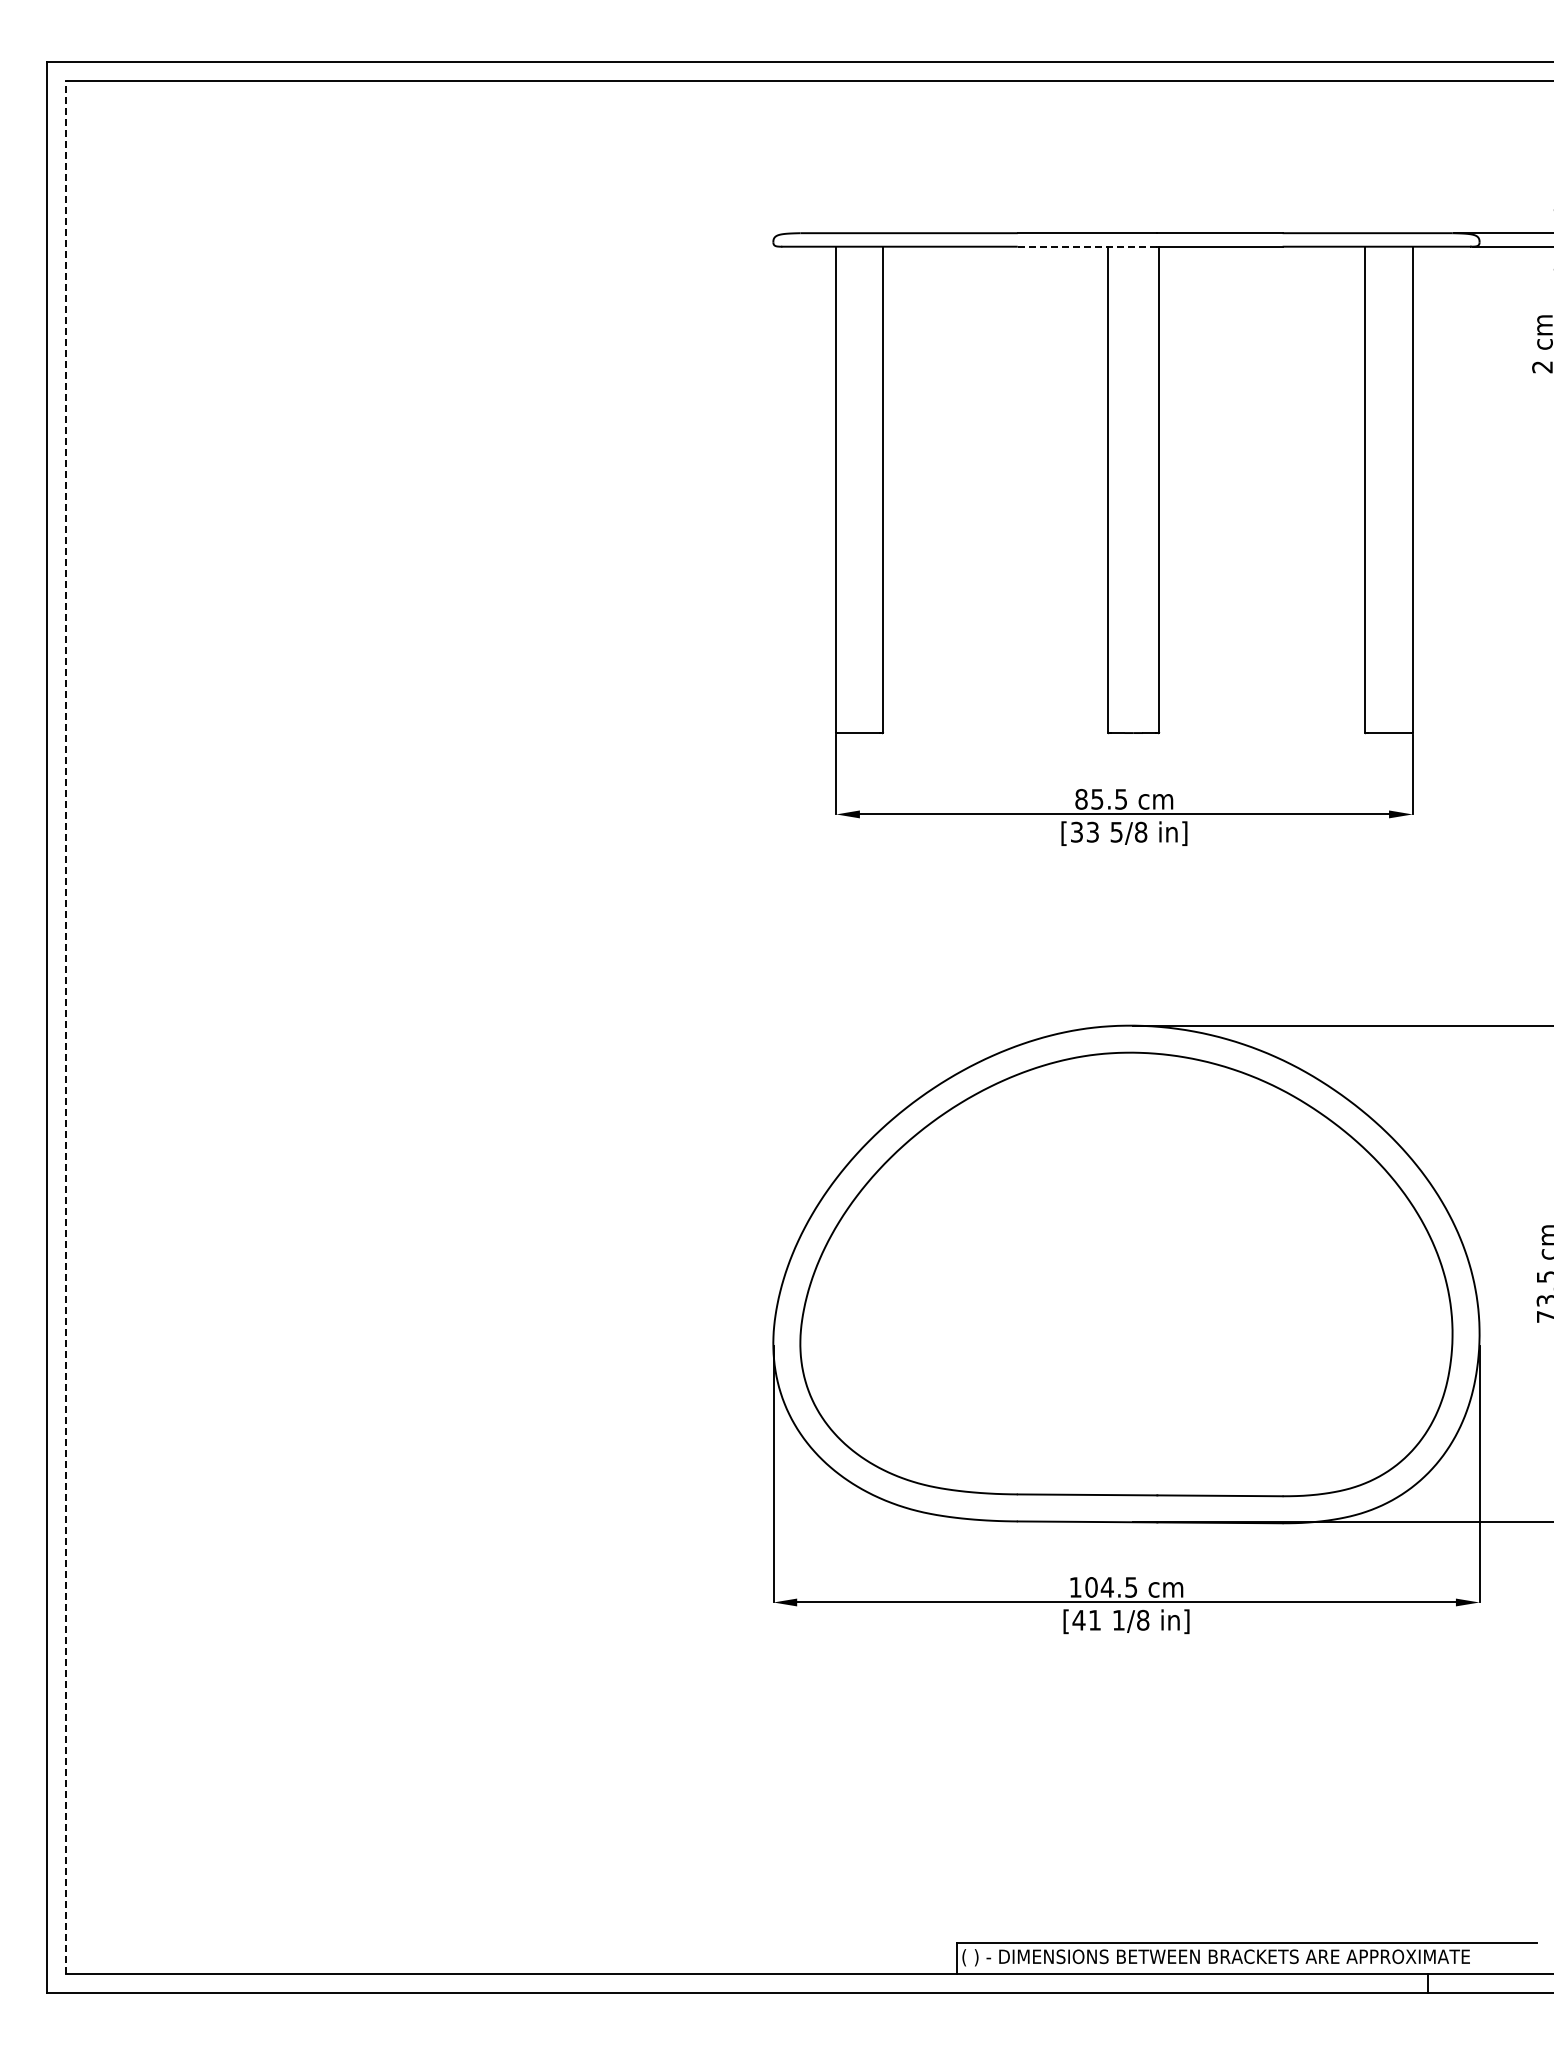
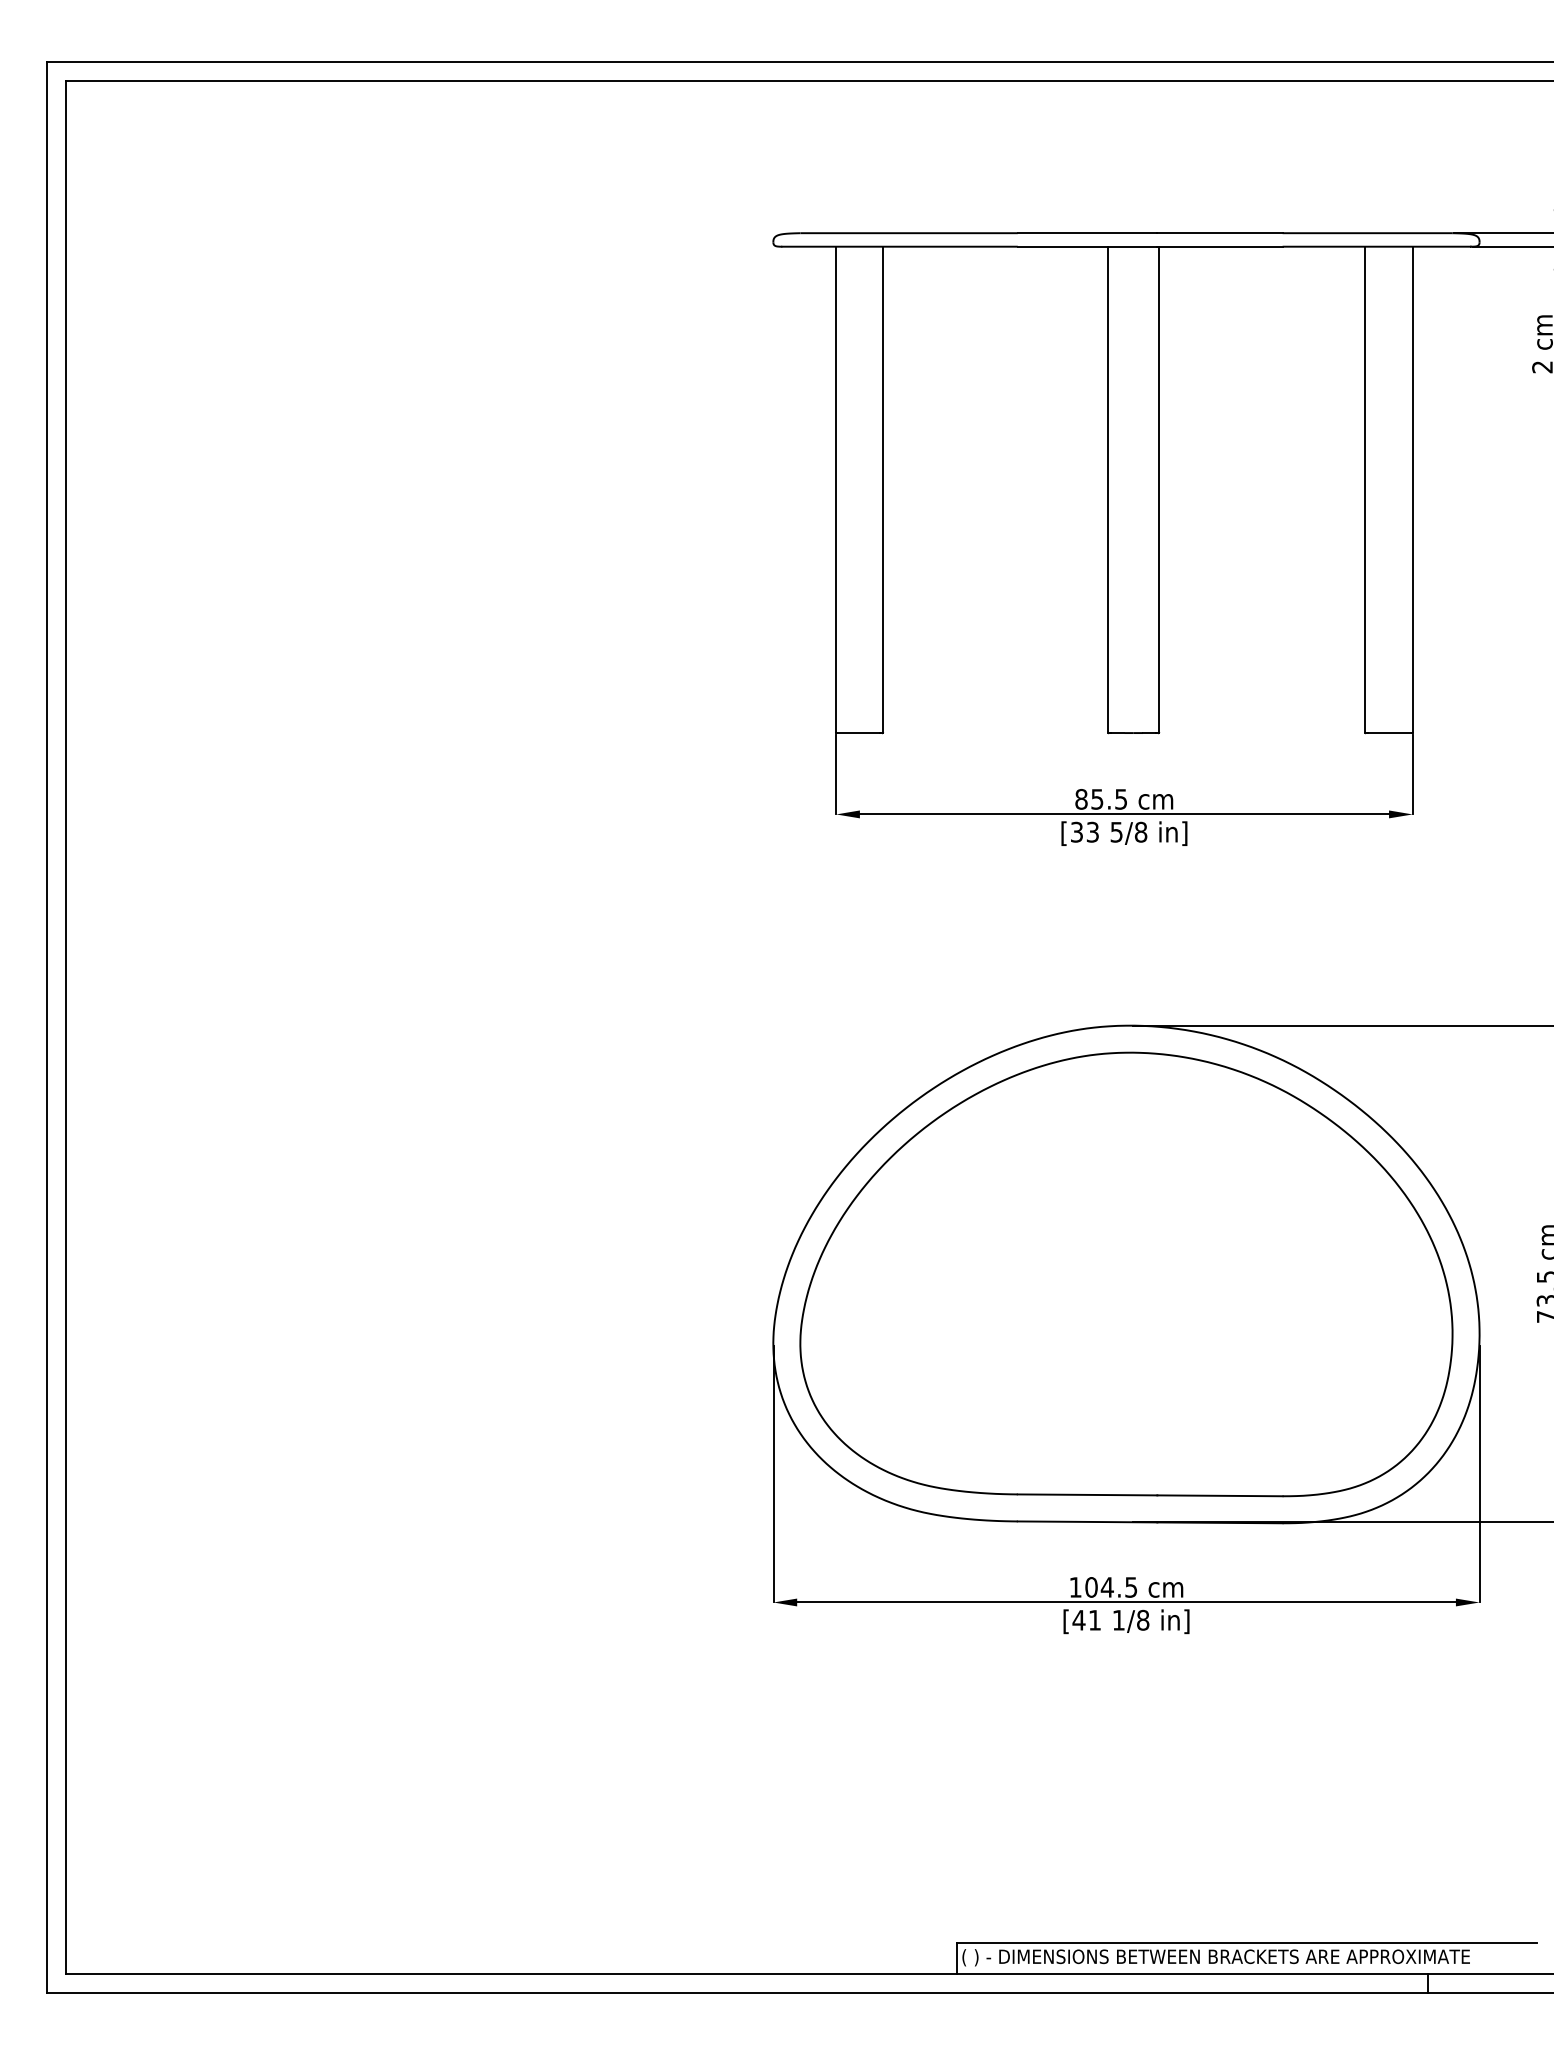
line at (1087, 246): dashed -> solid
line at (66, 1027): dashed -> solid
